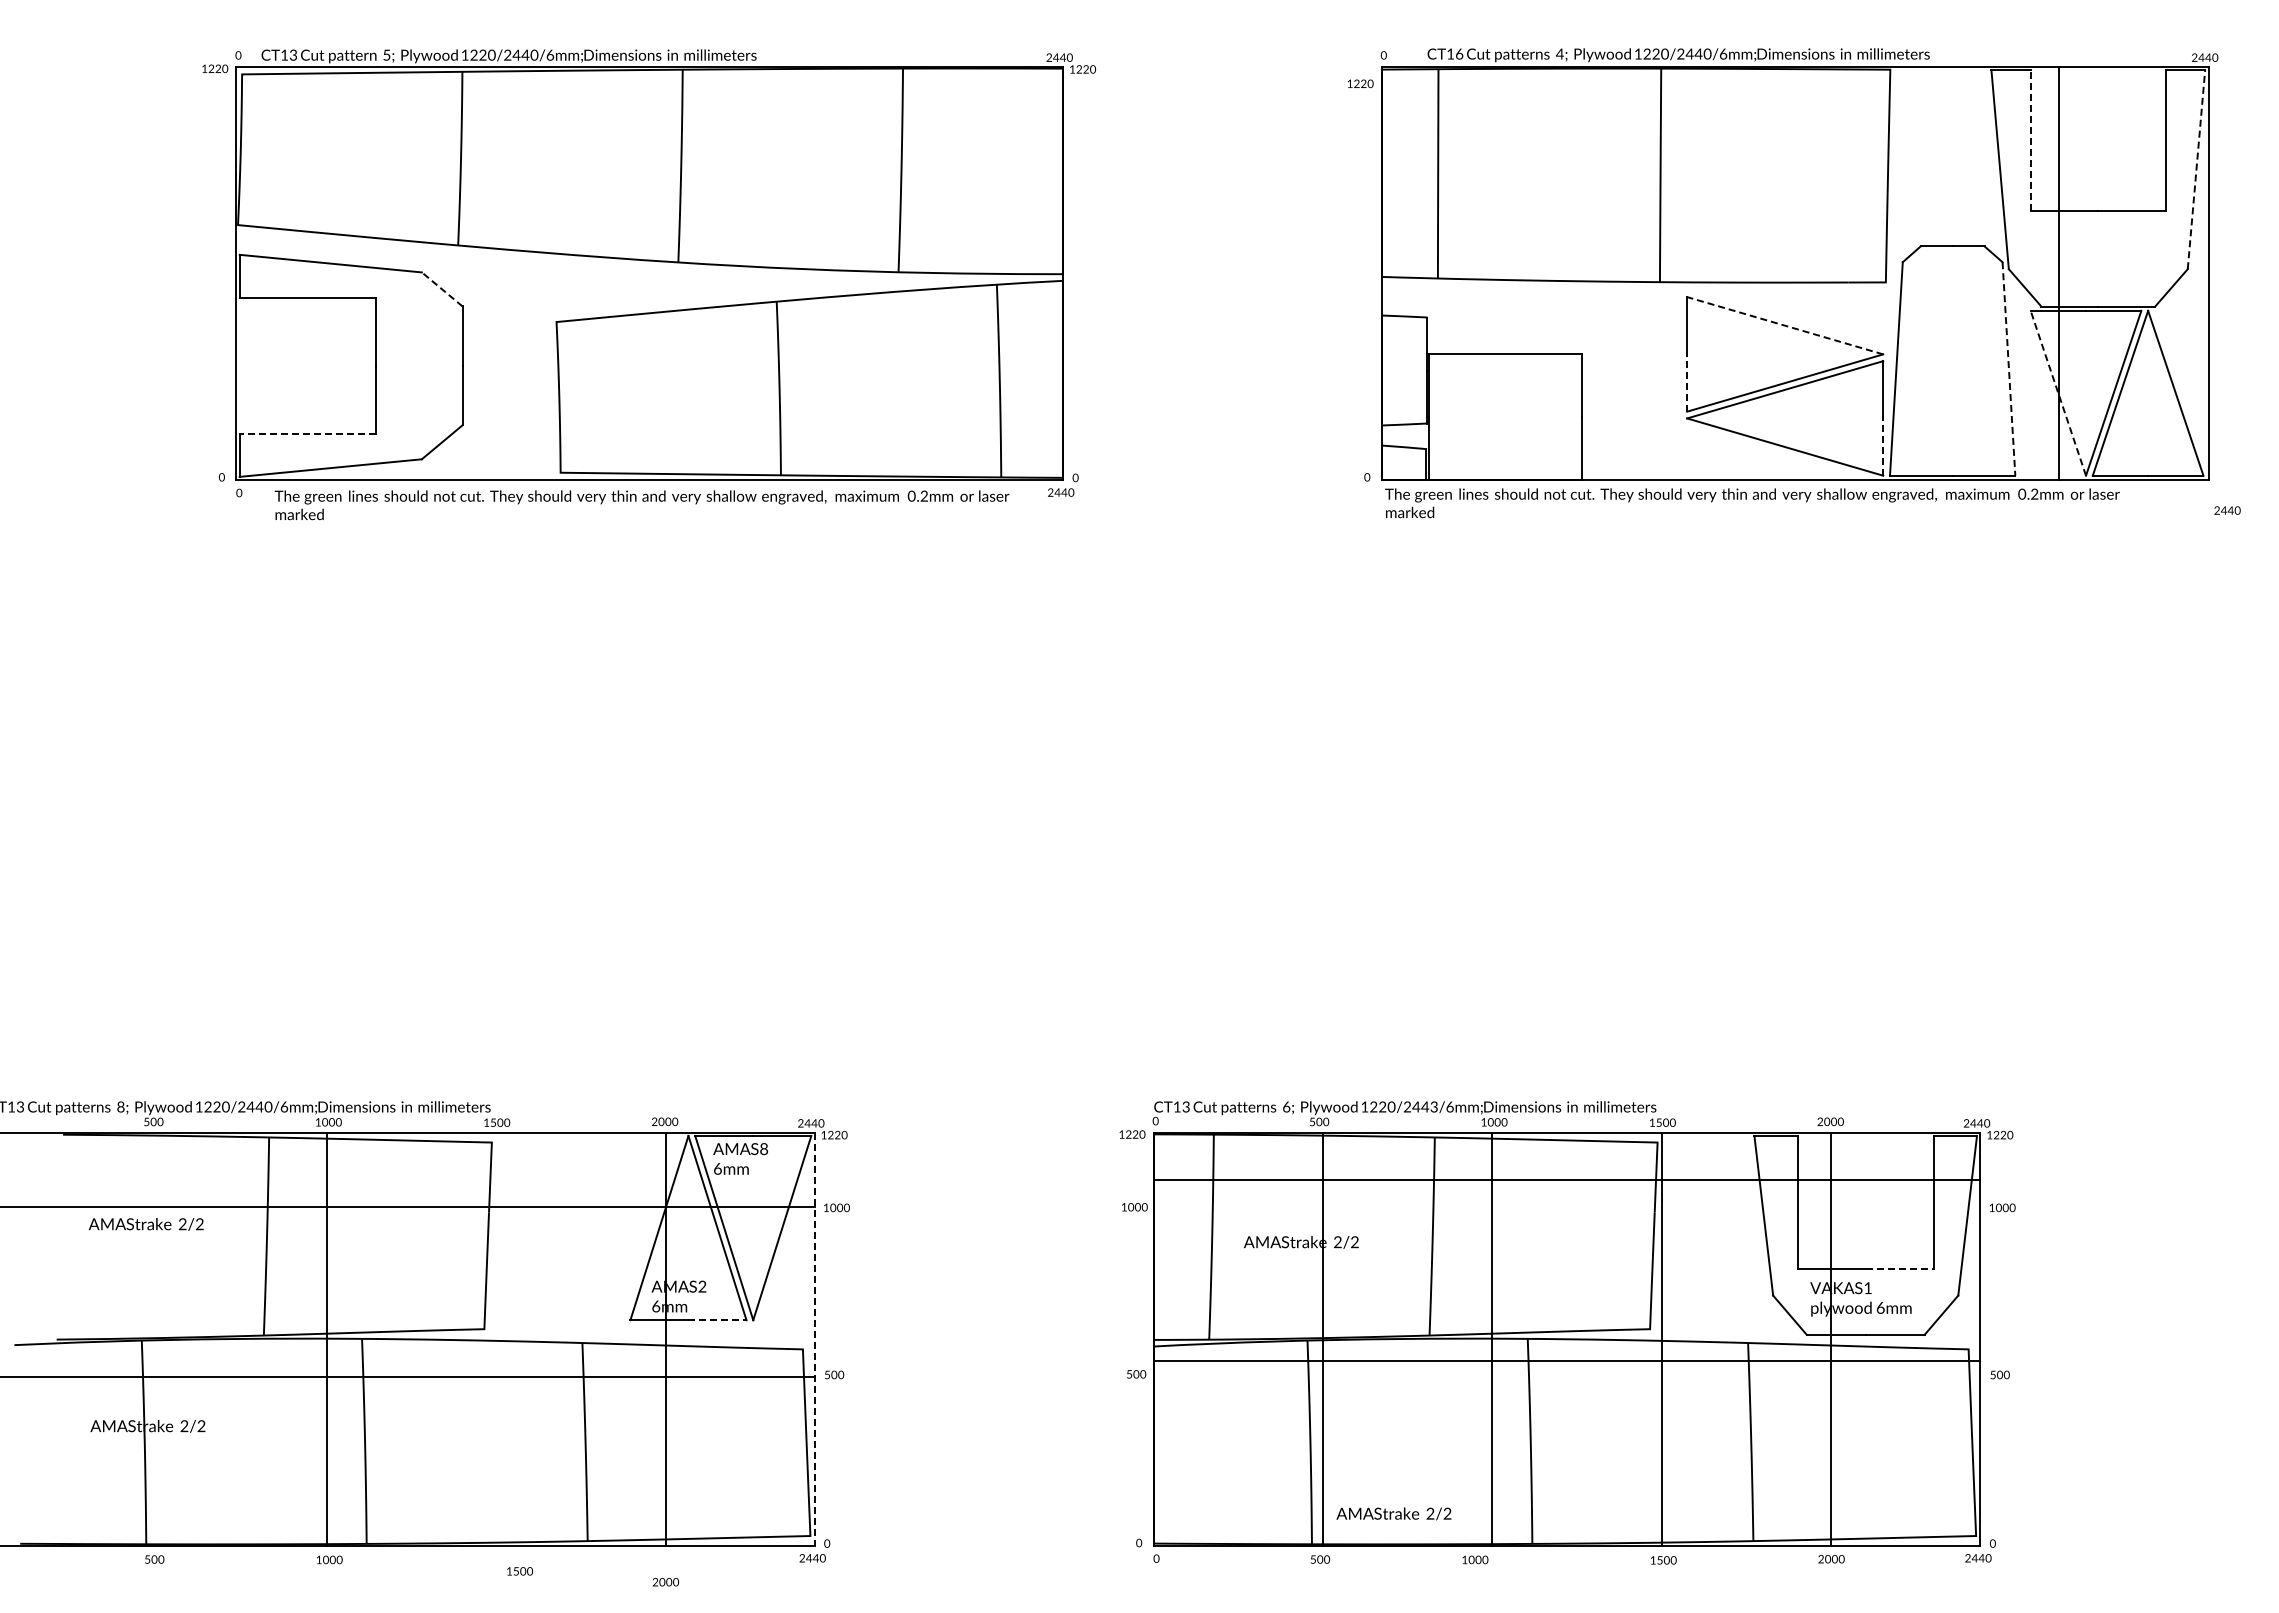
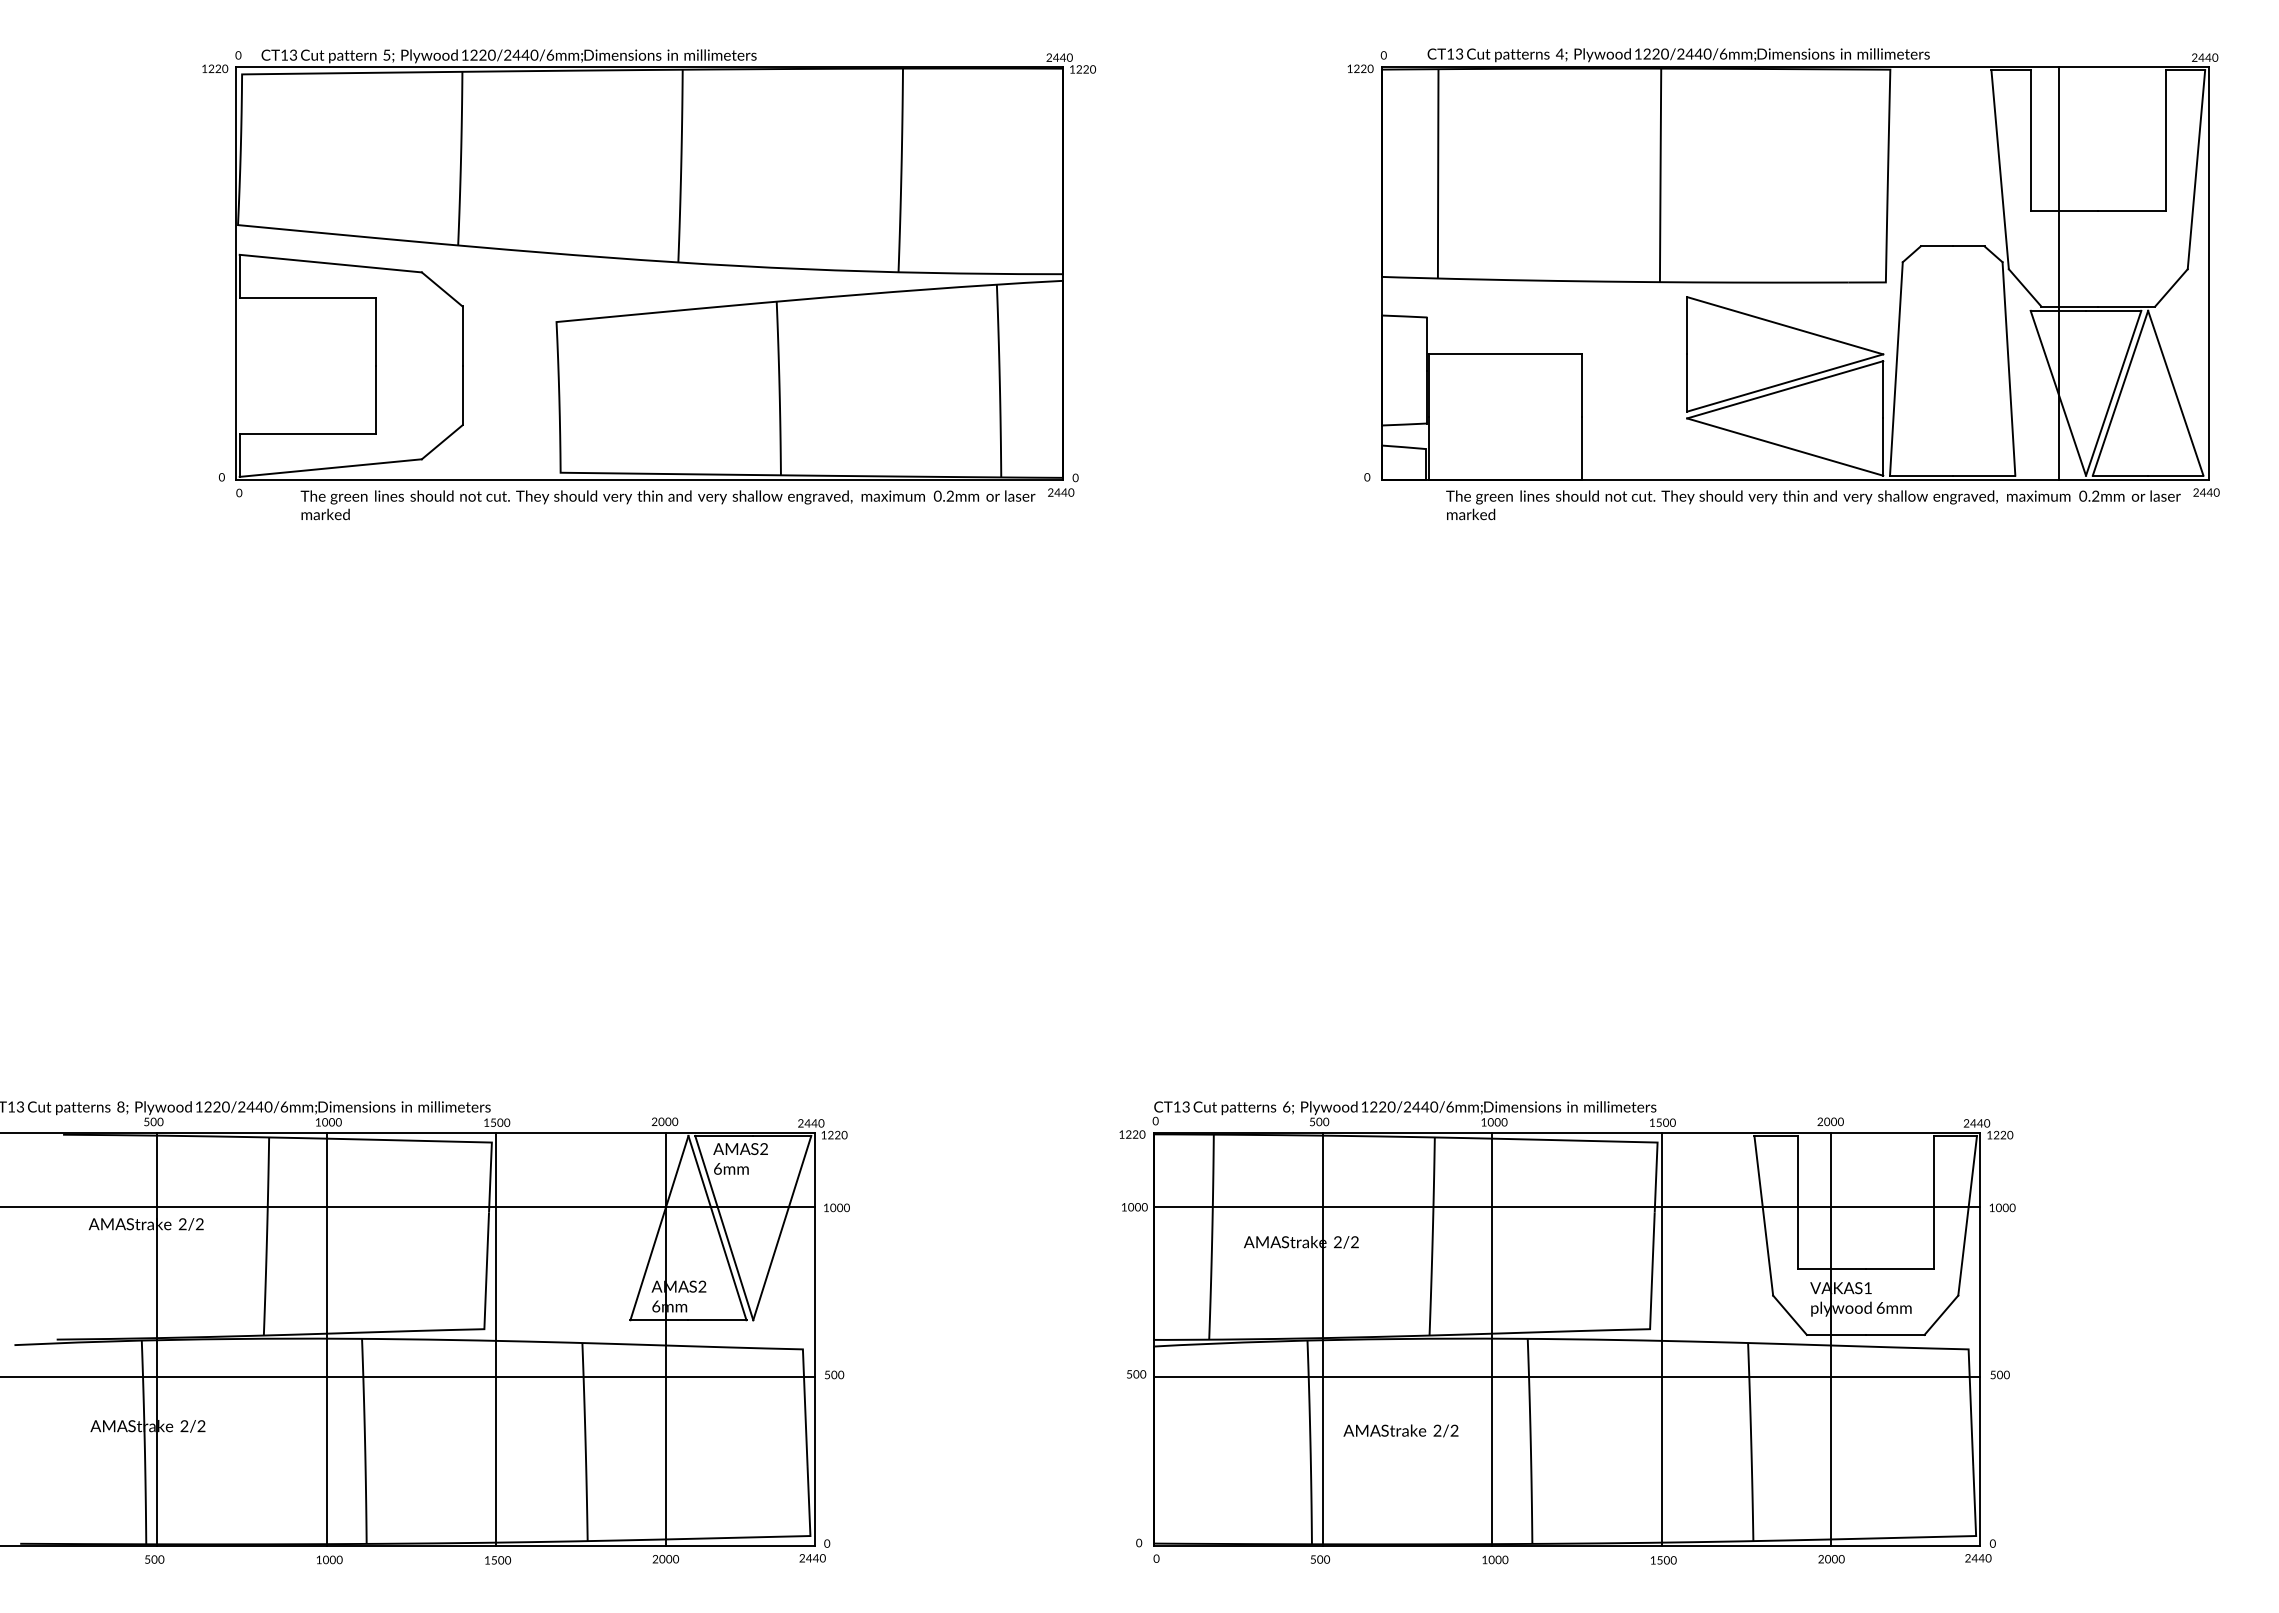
text at (1459, 53): CT16 -> CT13
text at (1360, 83) position: (1360, 83) -> (1360, 68)
line at (2030, 139): dashed -> solid
line at (2196, 169): dashed -> solid
line at (442, 289): dashed -> solid
line at (1784, 325): dashed -> solid
line at (2008, 368): dashed -> solid
line at (1687, 383): dashed -> solid
line at (2058, 393): dashed -> solid
line at (307, 433): dashed -> solid
line at (1883, 447): dashed -> solid
text at (1752, 503) position: (1752, 503) -> (1813, 505)
text at (641, 505) position: (641, 505) -> (667, 505)
text at (2227, 510) position: (2227, 510) -> (2206, 492)
text at (1434, 1107): 1220/2443/6mm; -> 1220/2440/6mm;
text at (764, 1149): S8 -> S2
line at (1566, 1180) position: (1566, 1180) -> (1566, 1207)
line at (1899, 1269): dashed -> solid
line at (717, 1320): dashed -> solid
line at (157, 1338): none -> present
line at (496, 1338): none -> present
line at (814, 1339): dashed -> solid
line at (1566, 1360) position: (1566, 1360) -> (1566, 1376)
text at (1393, 1513) position: (1393, 1513) -> (1400, 1430)
text at (1475, 1559) position: (1475, 1559) -> (1495, 1559)
text at (520, 1571) position: (520, 1571) -> (498, 1560)
text at (665, 1582) position: (665, 1582) -> (665, 1559)
